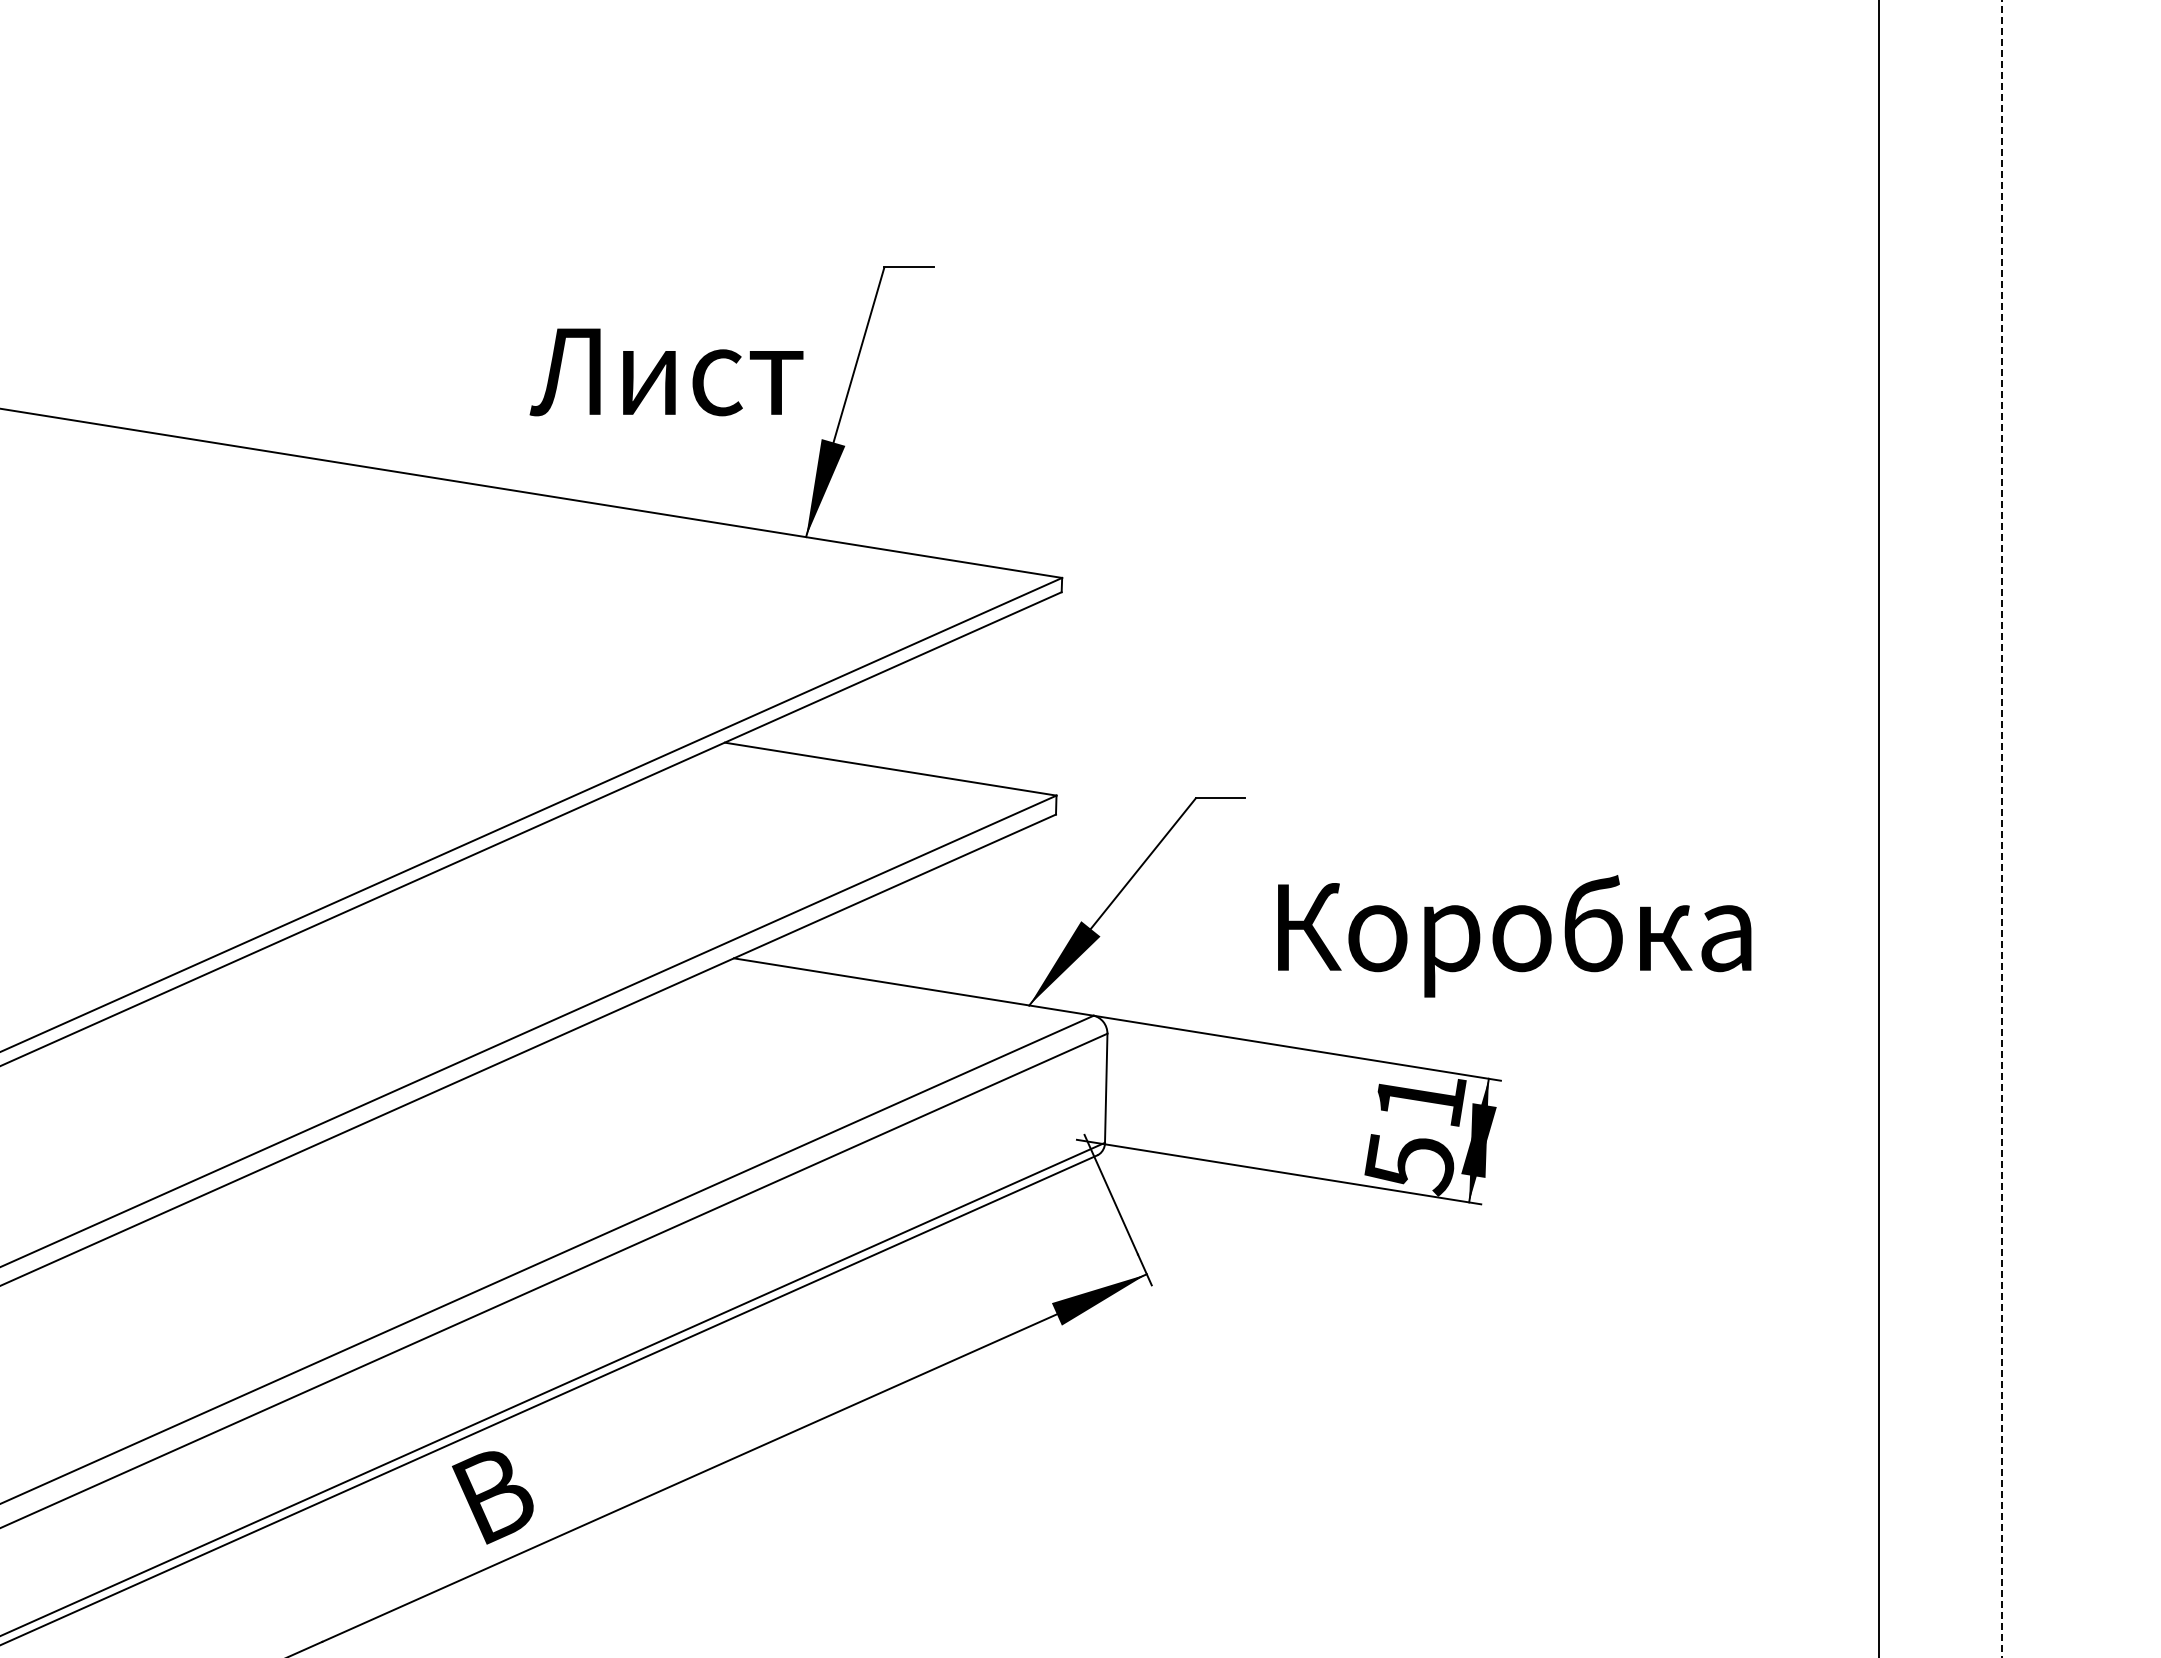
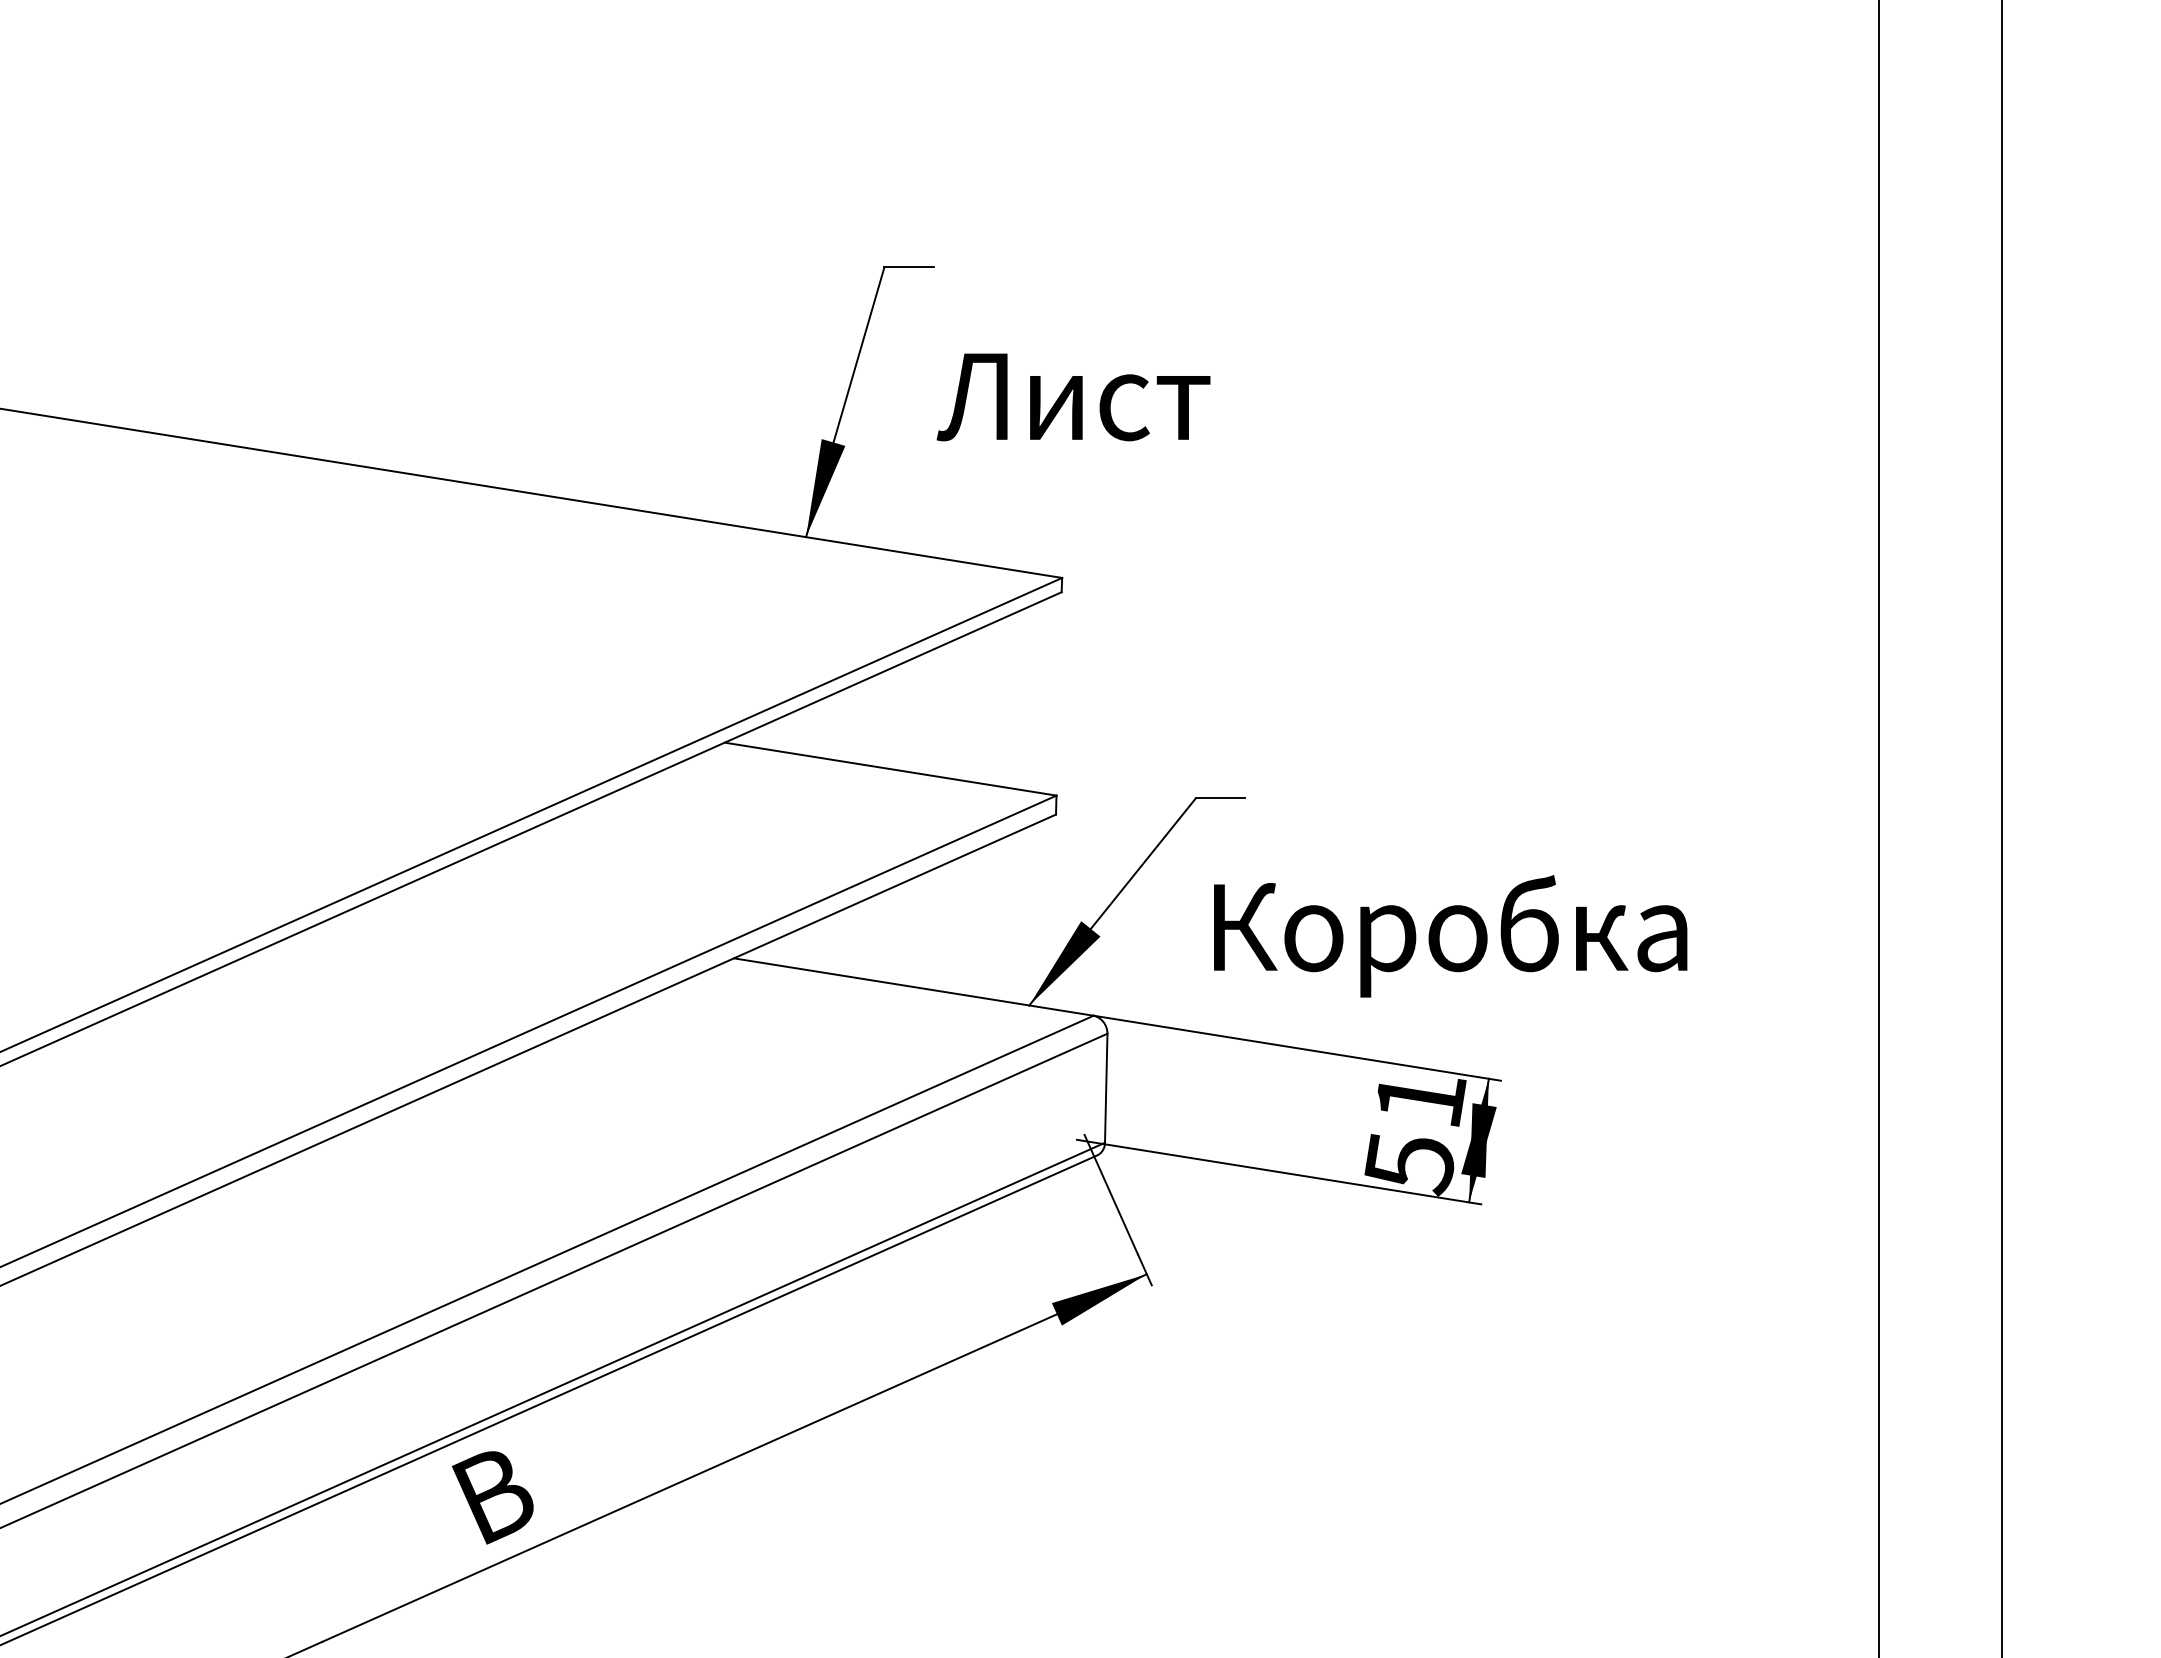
text at (666, 372) position: (666, 372) -> (1073, 397)
line at (2001, 828): dashed -> solid
text at (1514, 936) position: (1514, 936) -> (1450, 936)
